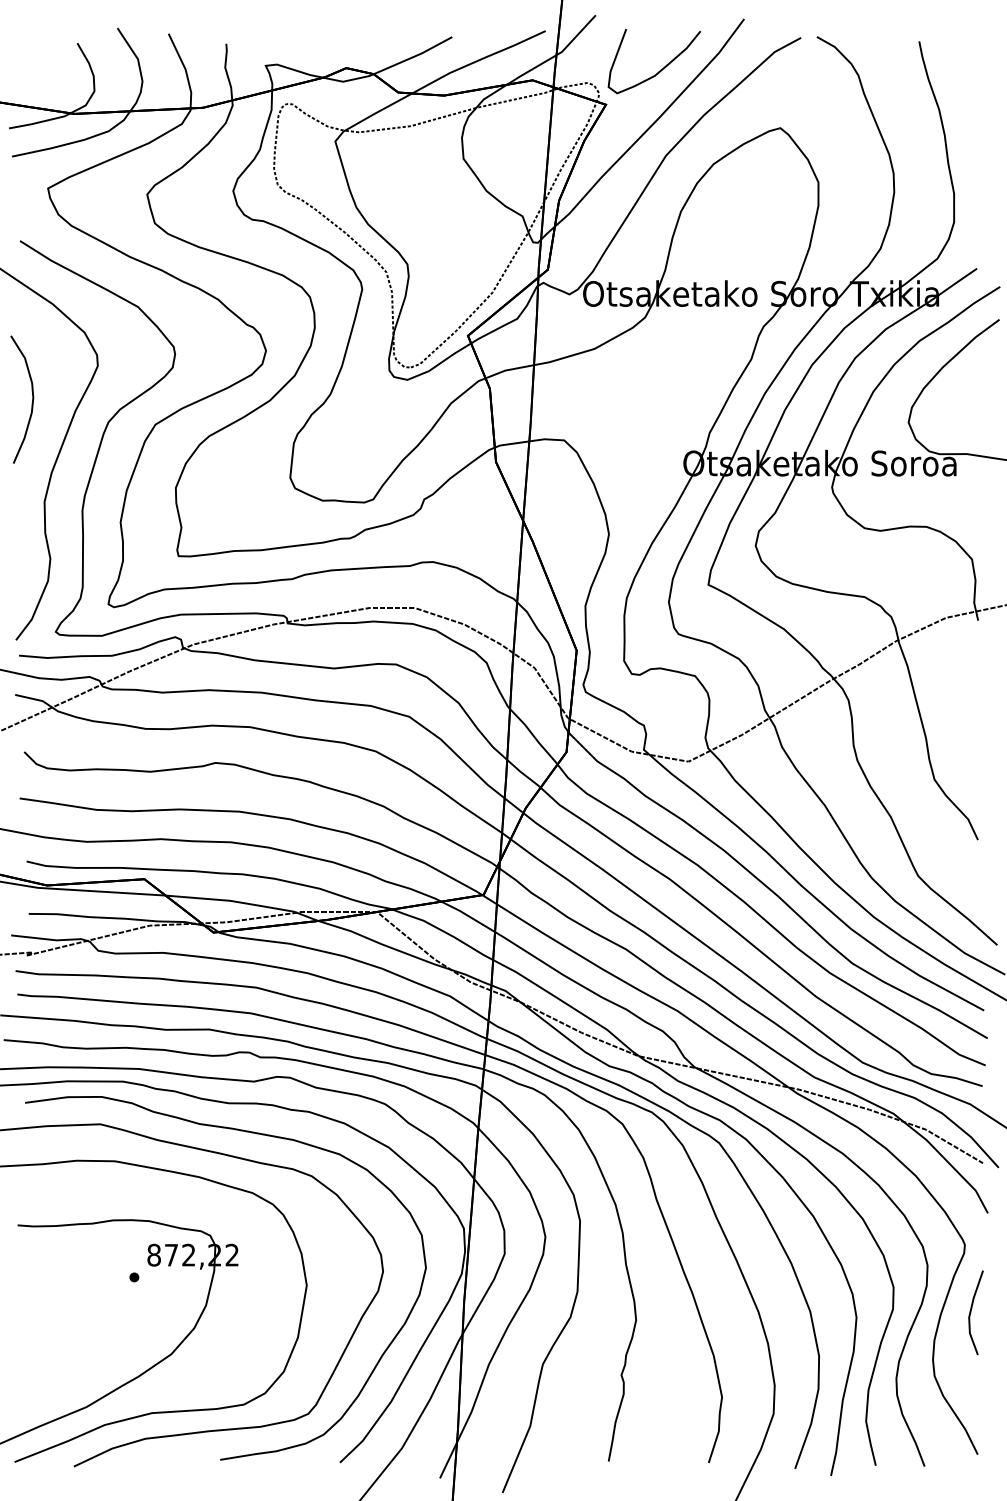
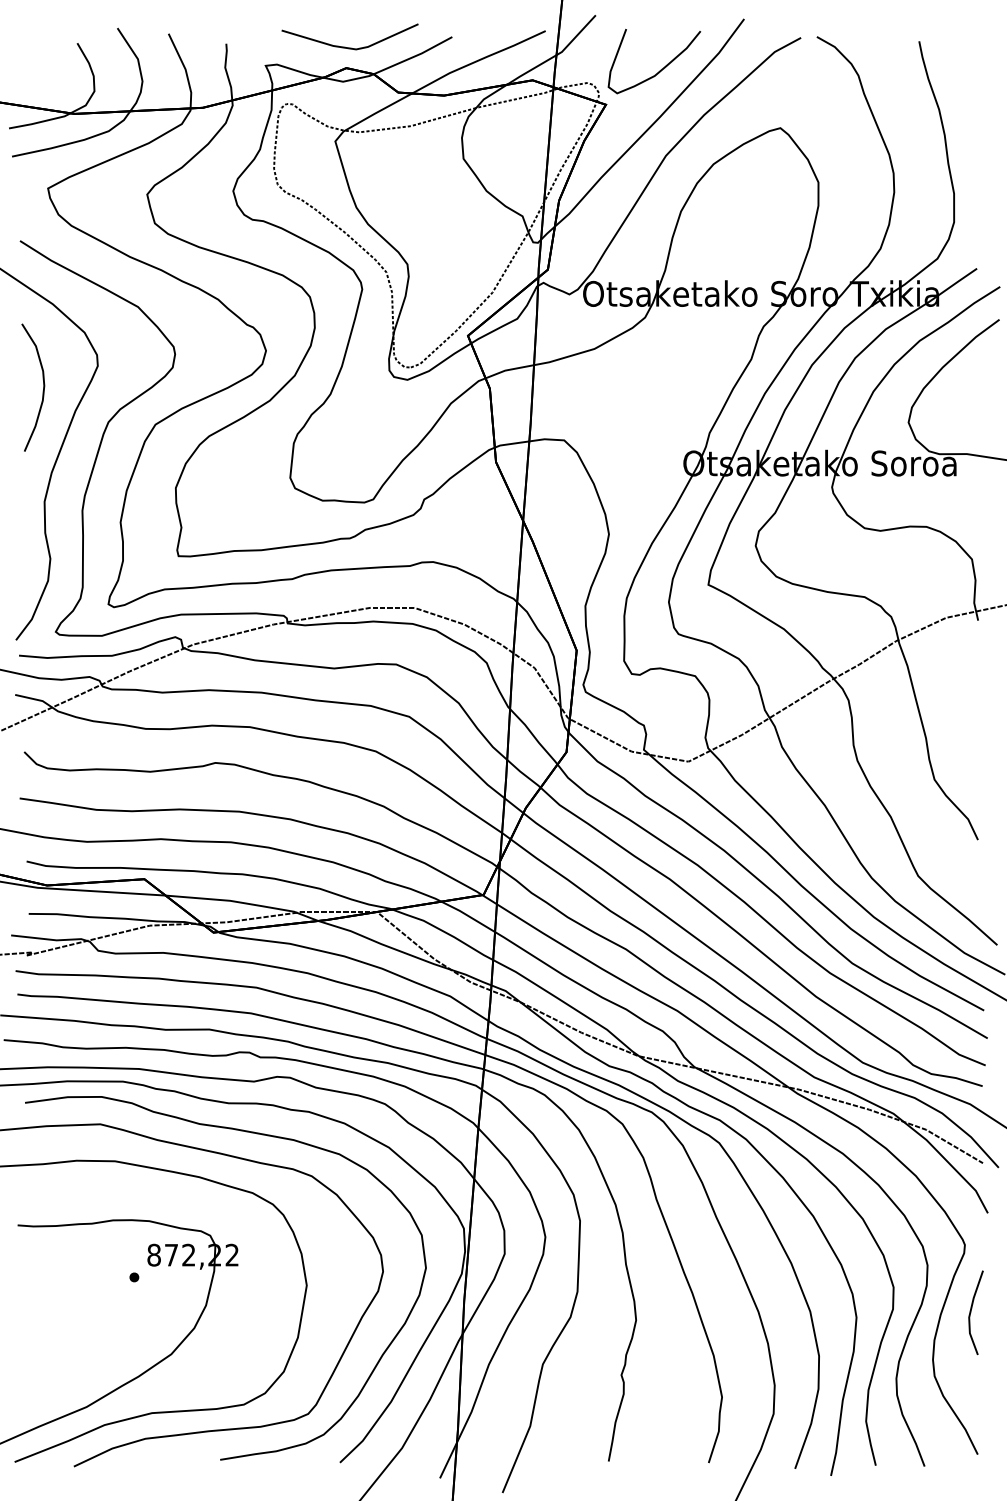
line at (345, 46): none -> present
curve at (31, 403) position: (31, 403) -> (42, 391)
